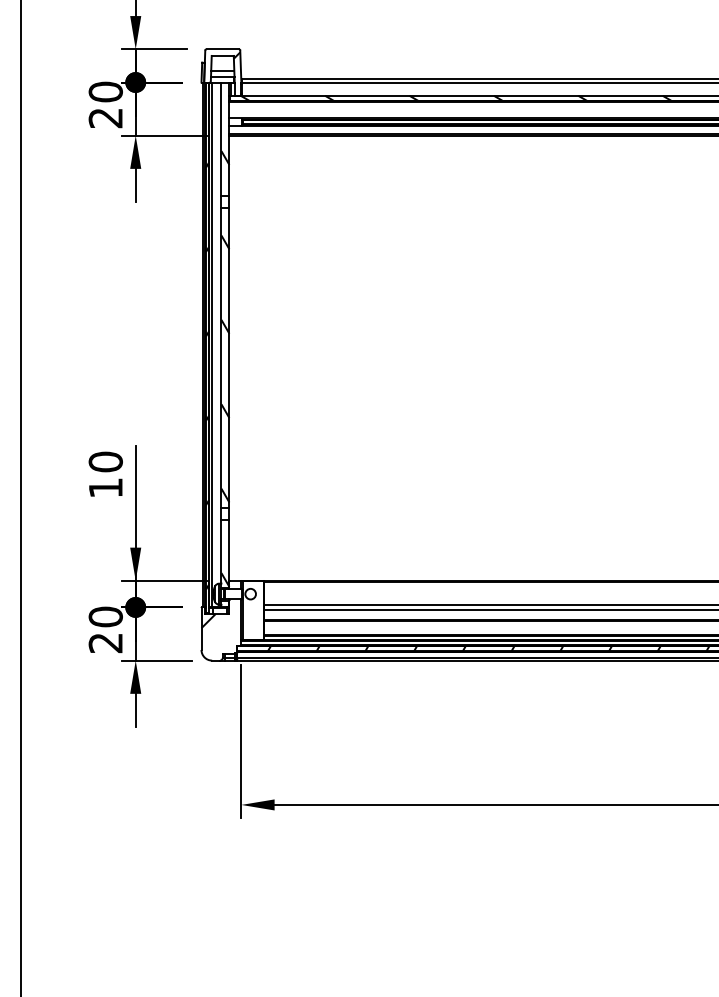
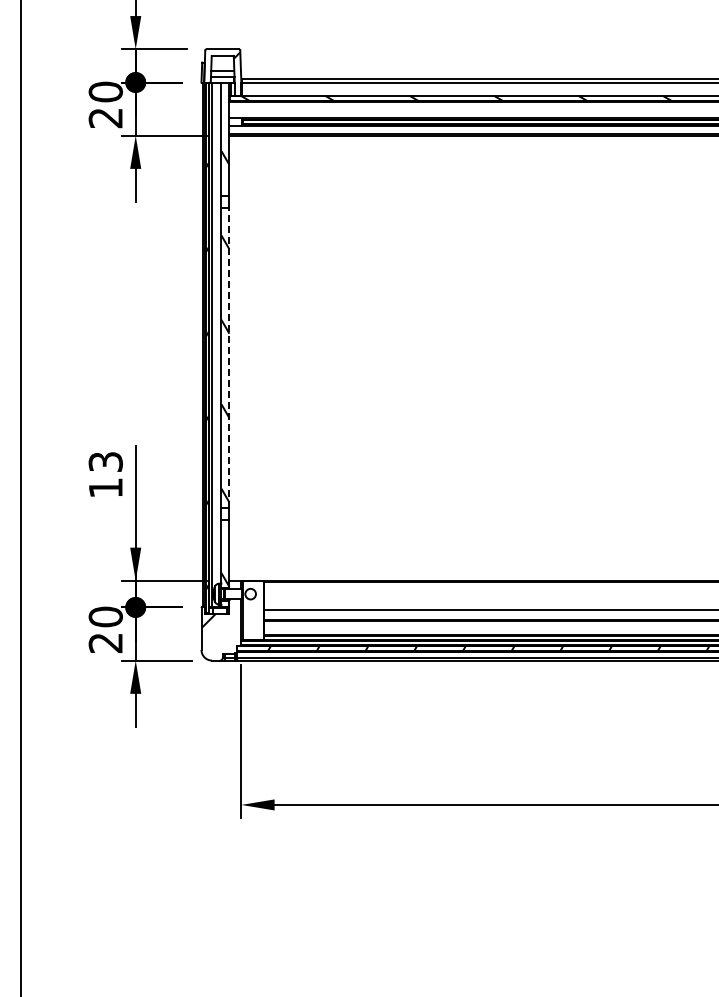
line at (229, 357): solid -> dashed
text at (105, 461): 10 -> 13
line at (489, 604): present -> none
